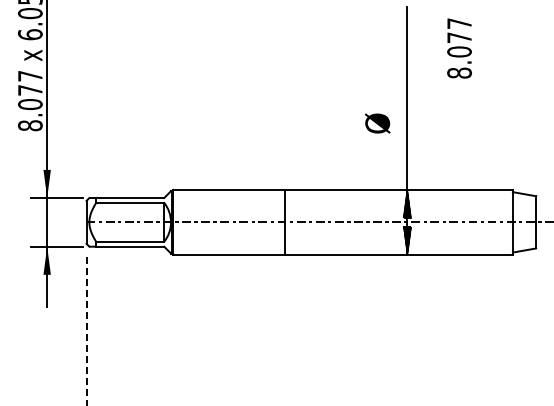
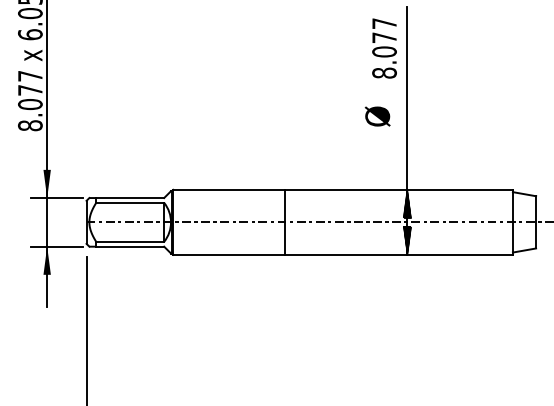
text at (459, 48) position: (459, 48) -> (384, 48)
text at (377, 123) position: (377, 123) -> (377, 116)
line at (86, 331): dashed -> solid
